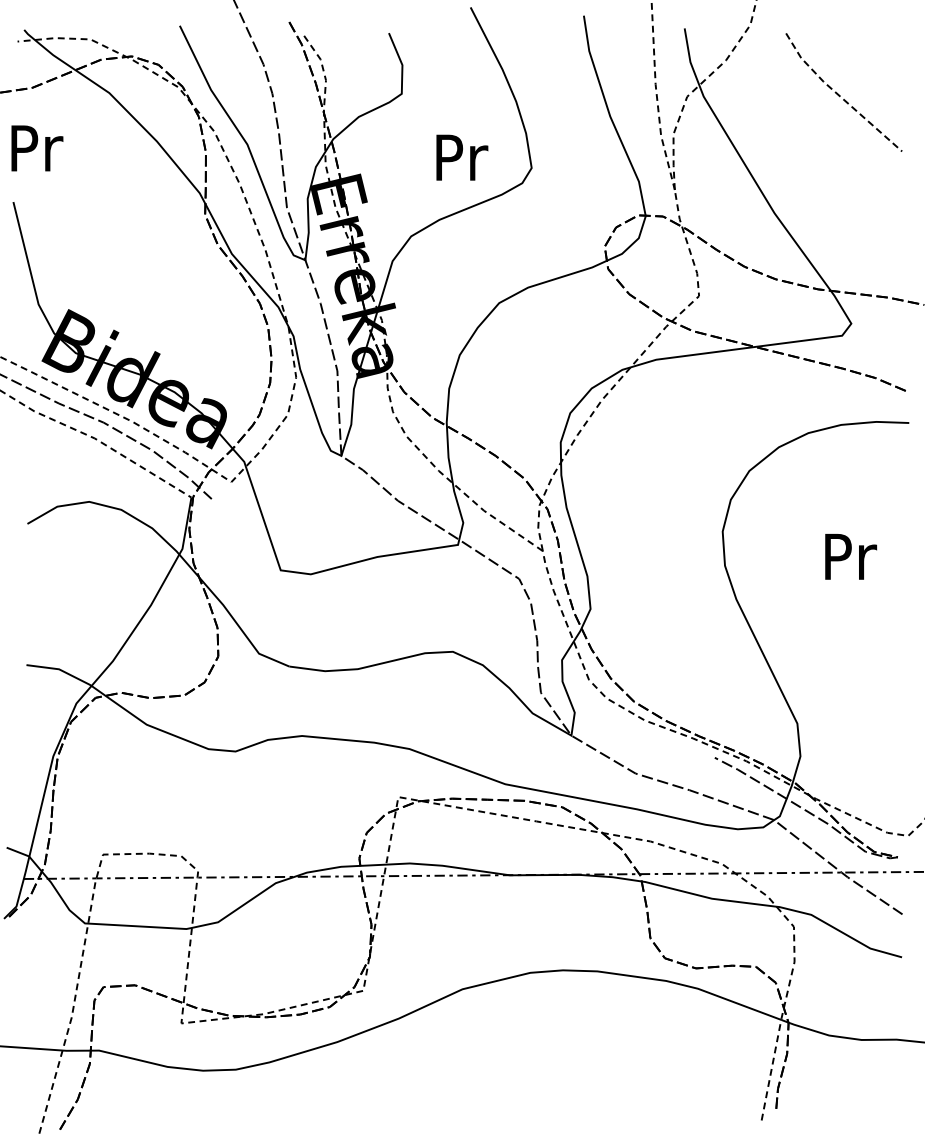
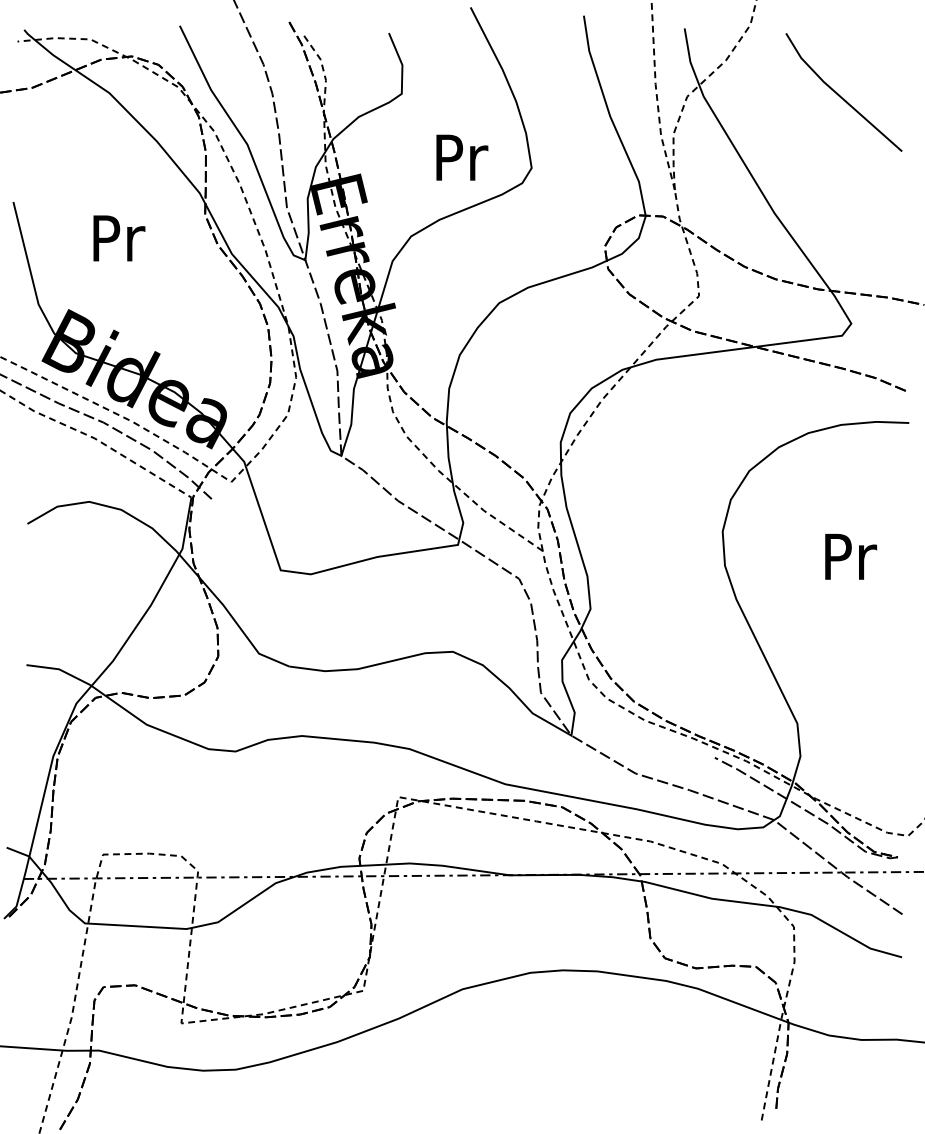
line at (839, 95): dashed -> solid
text at (37, 148) position: (37, 148) -> (119, 238)
